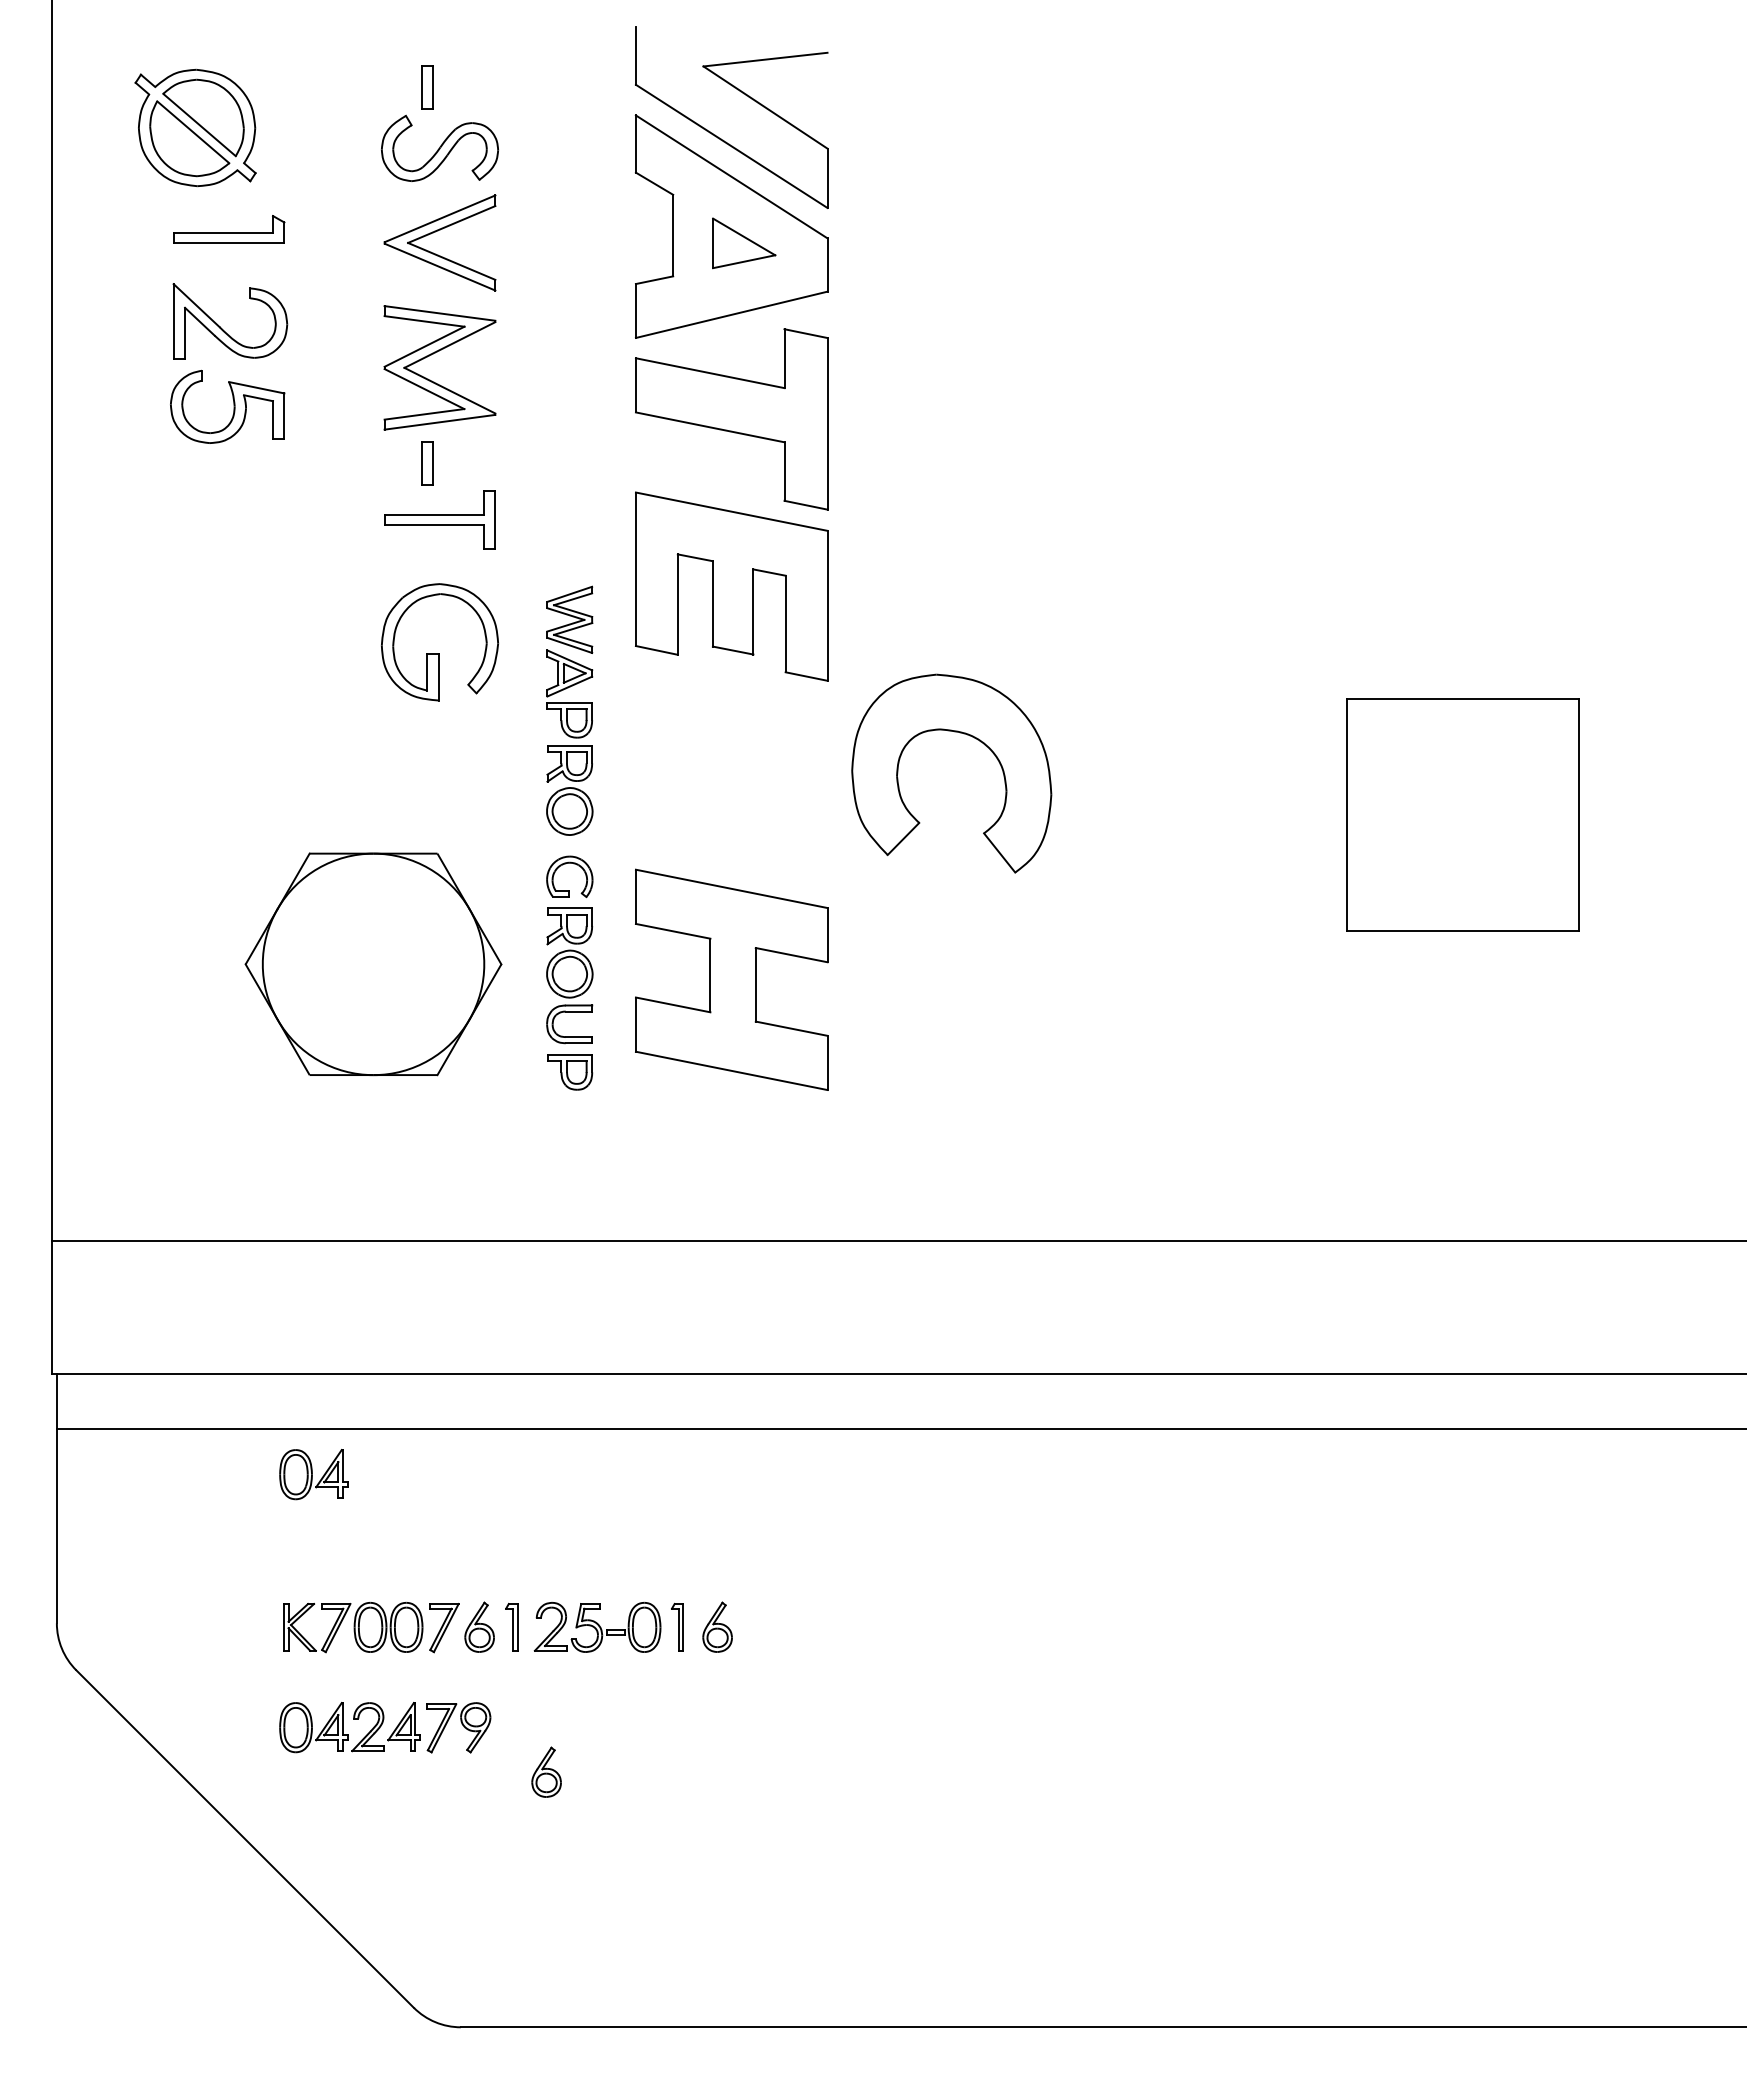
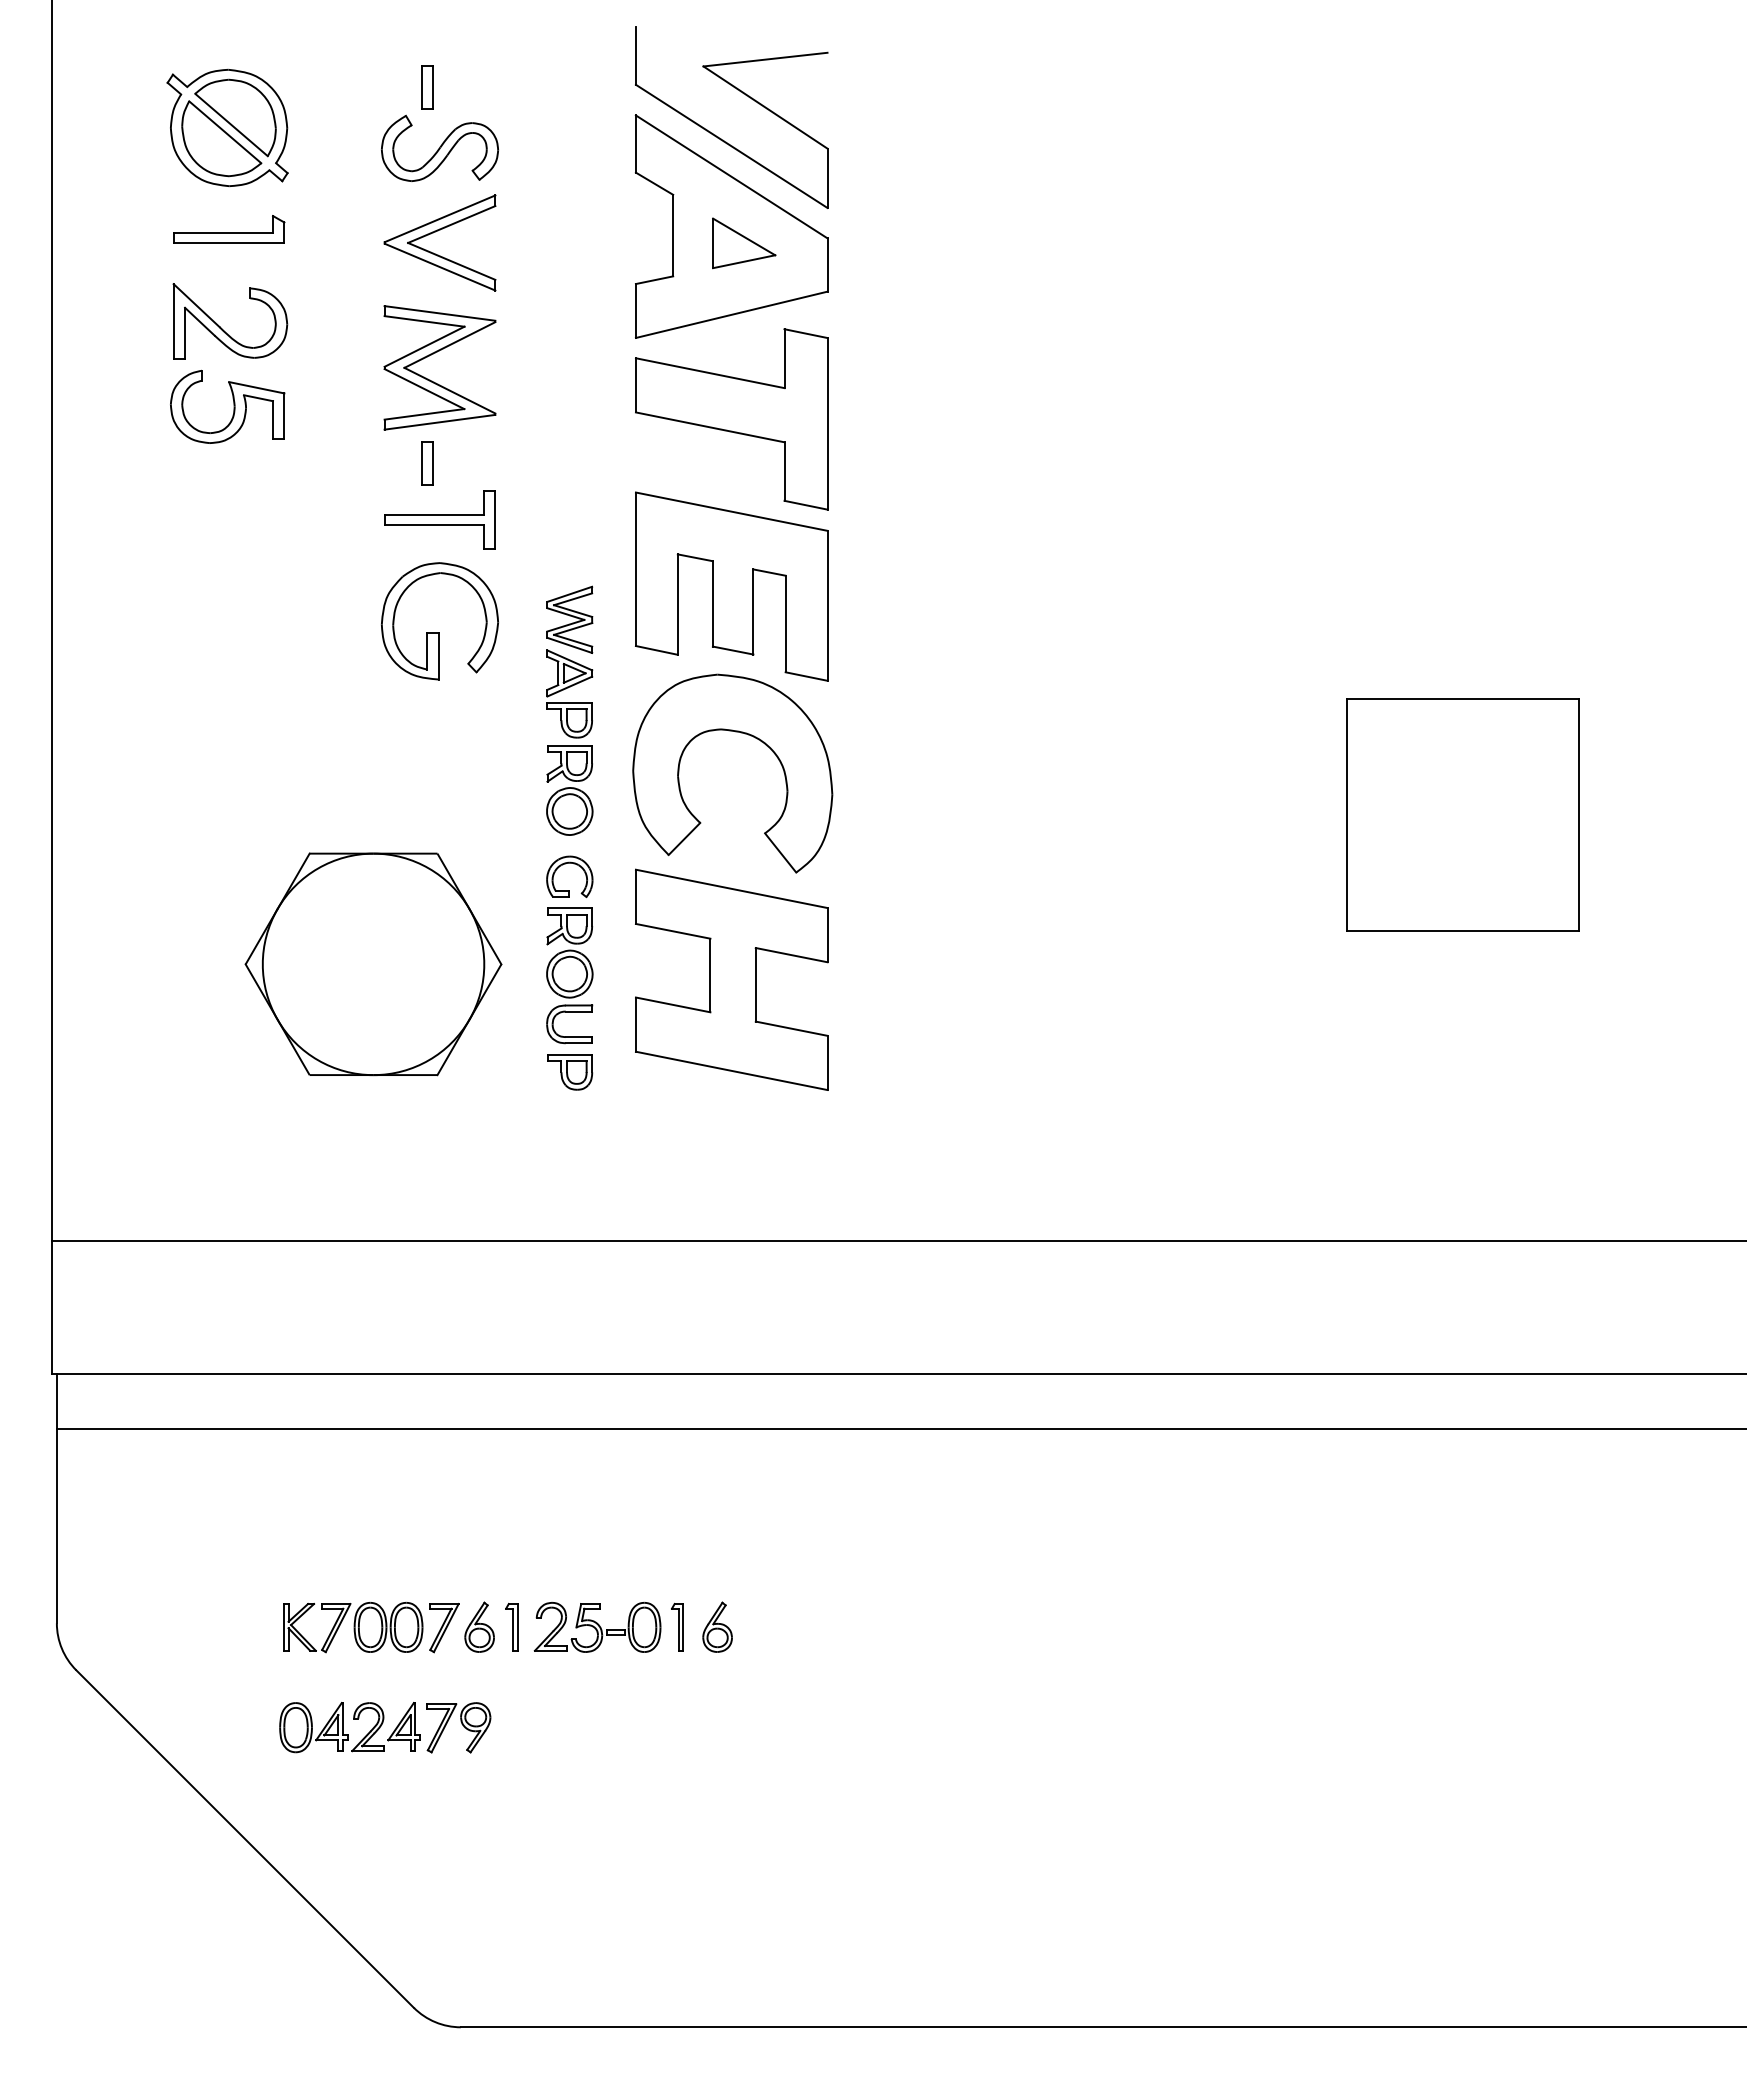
part at (195, 127) position: (195, 127) -> (227, 127)
part at (439, 653) position: (439, 653) -> (439, 632)
part at (960, 733) position: (960, 733) -> (741, 733)
part at (313, 1474): present -> none
part at (546, 1771): present -> none
